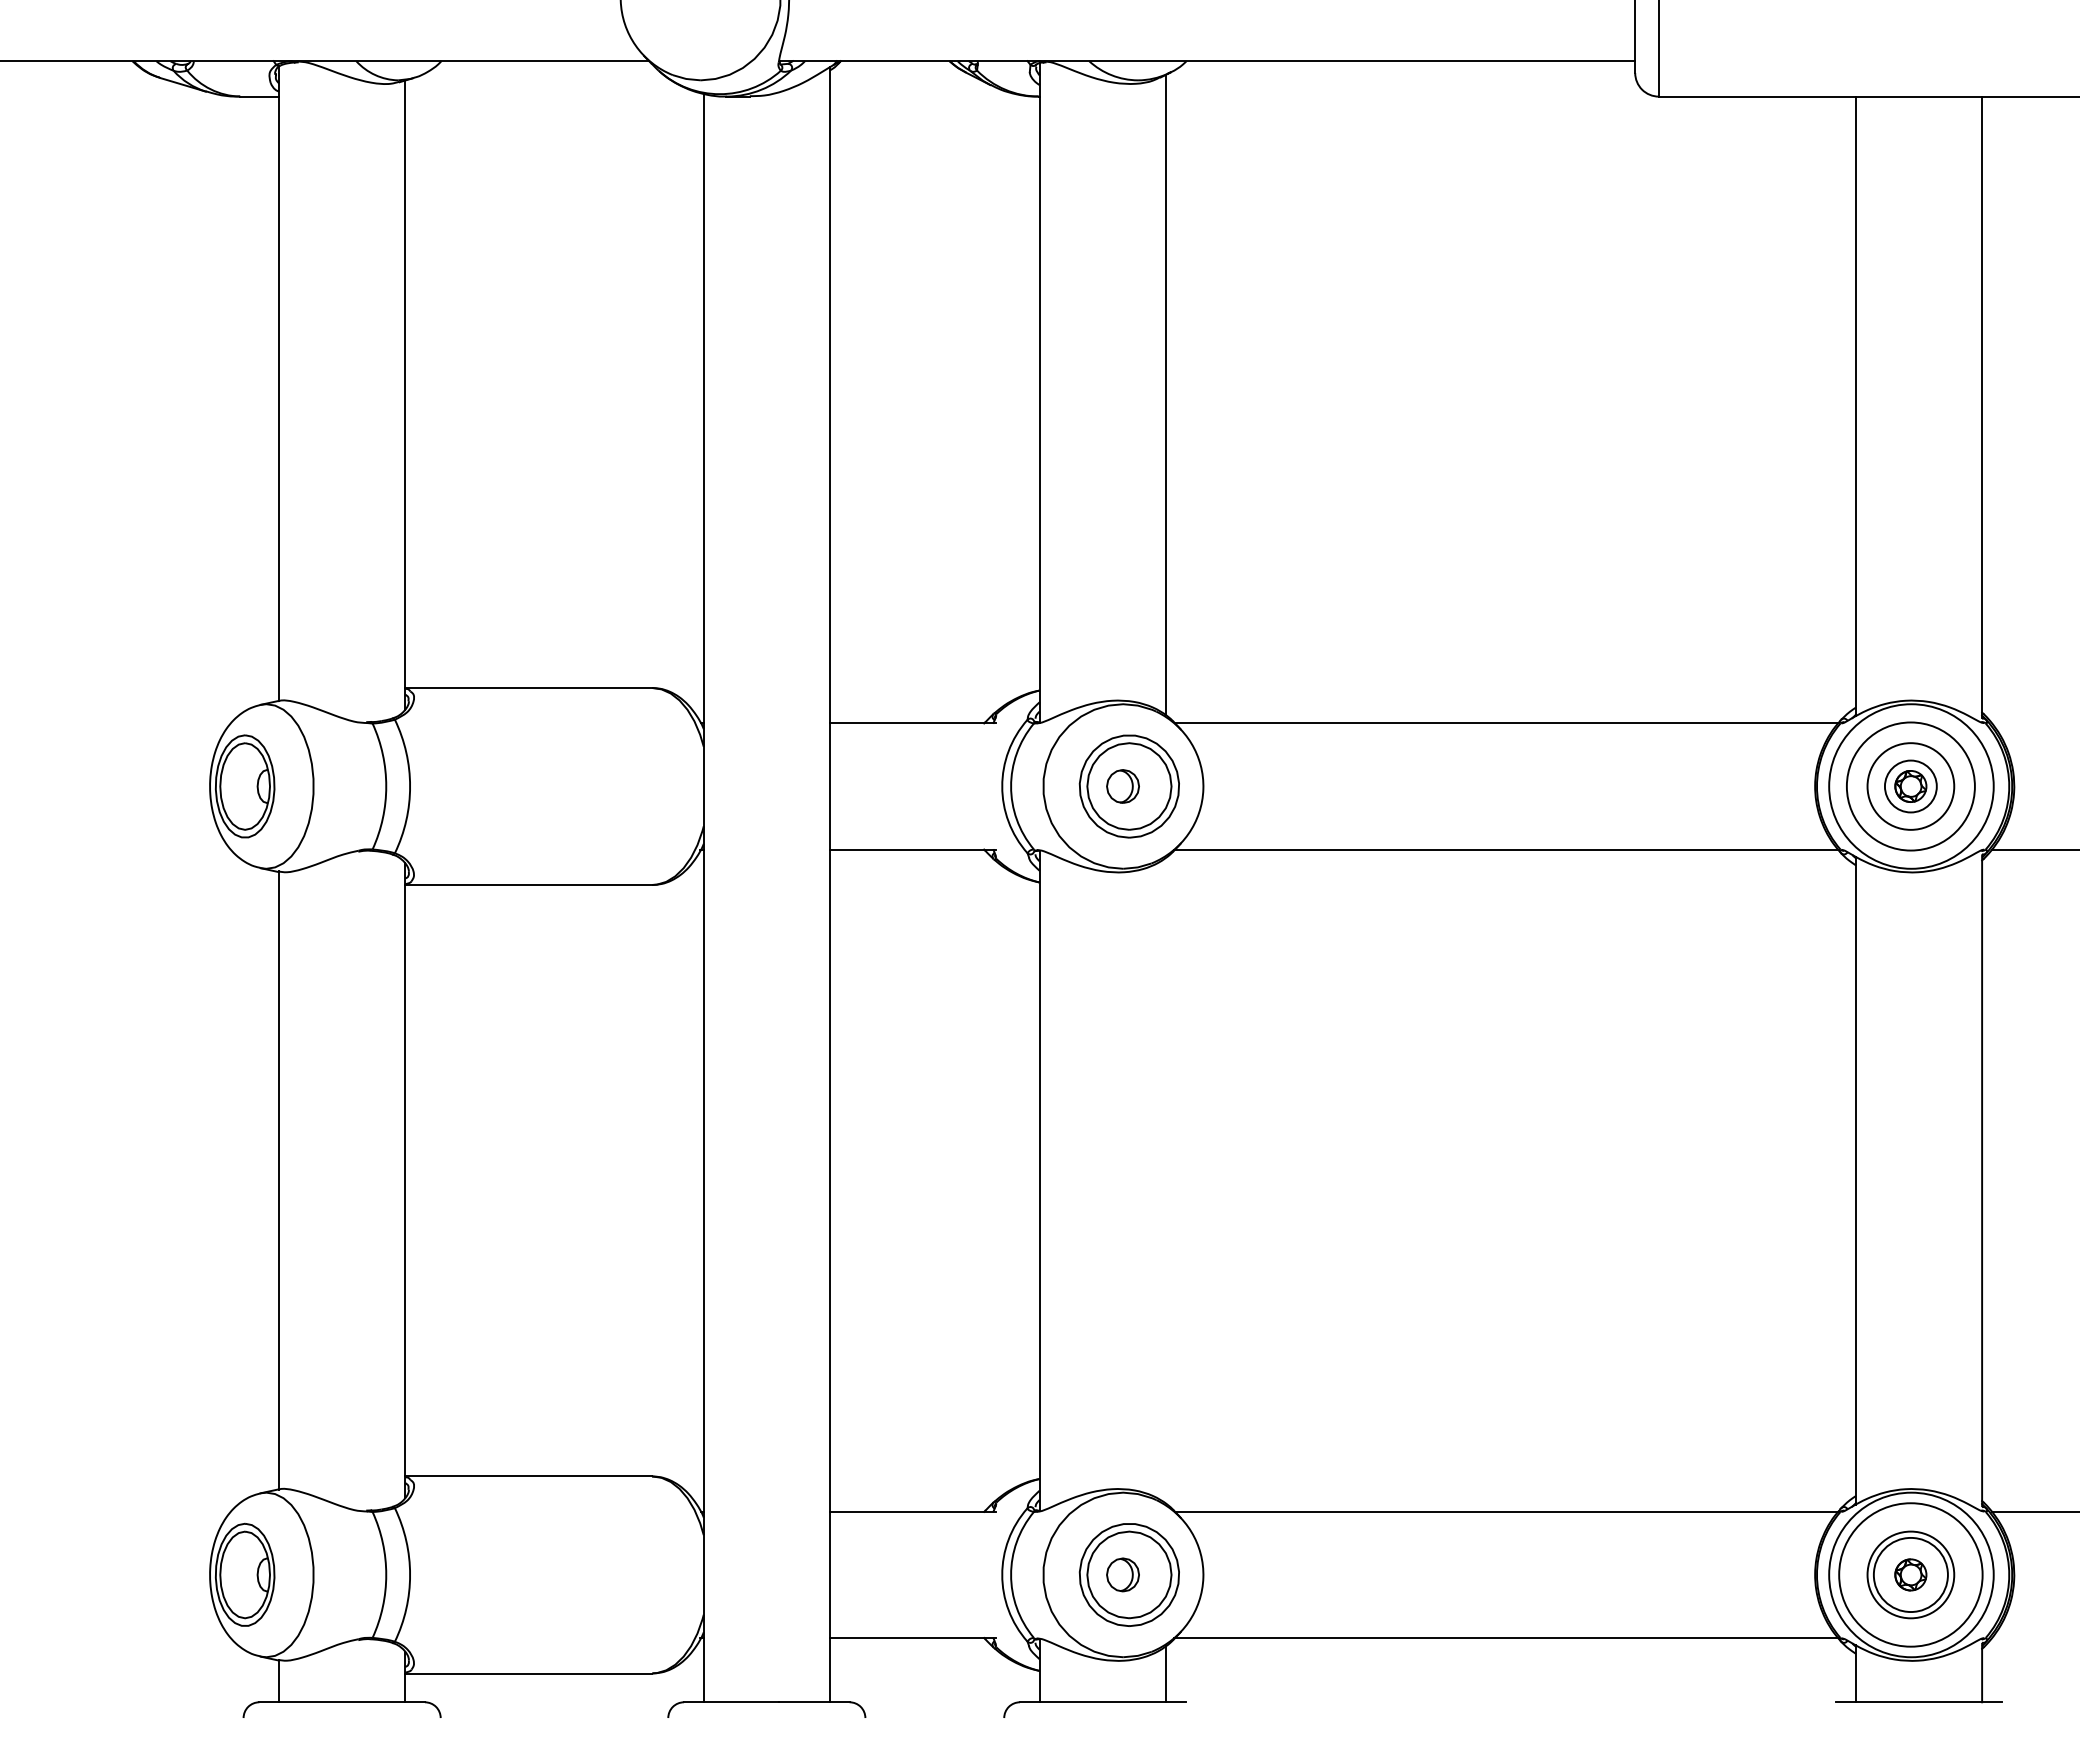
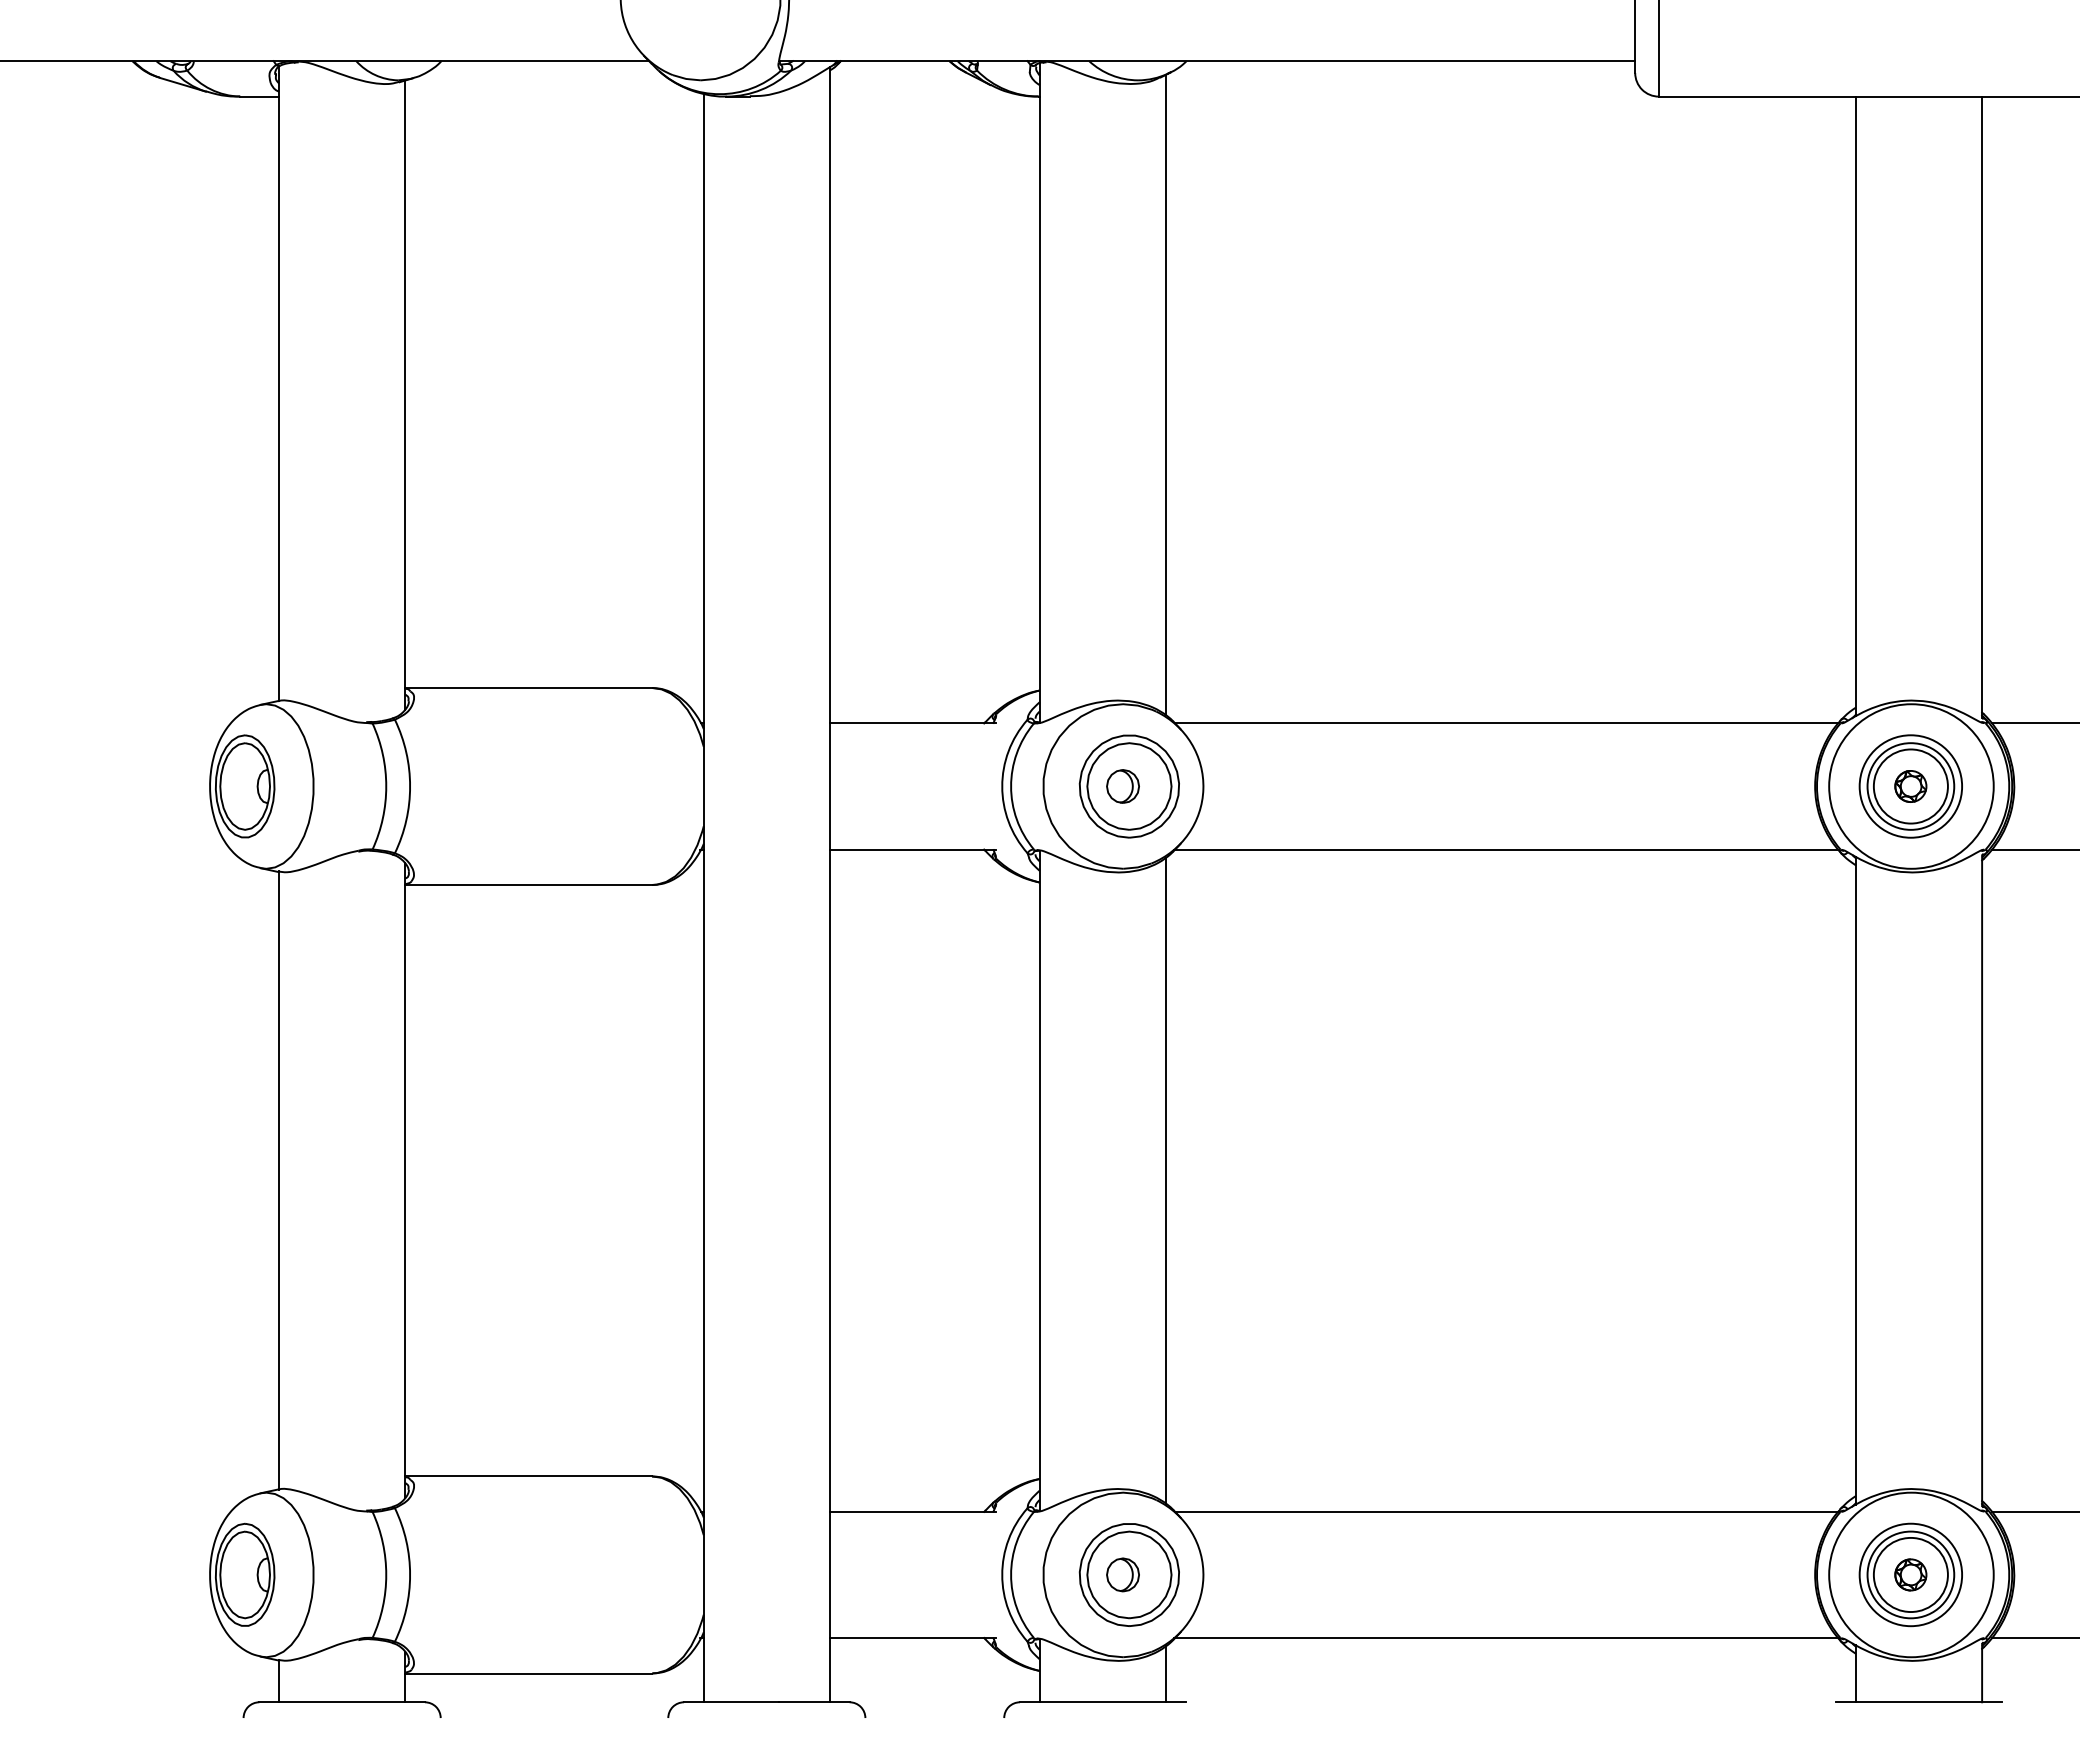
line at (2034, 723): none -> present
circle at (1910, 786) diameter: 128 px -> 102 px
circle at (1910, 786) diameter: 52 px -> 74 px
line at (1165, 1180): none -> present
circle at (1910, 1574) diameter: 143 px -> 102 px
line at (2034, 1638): none -> present
